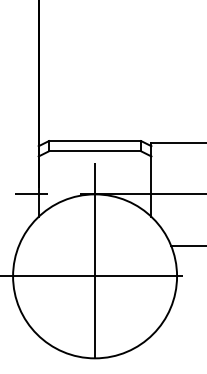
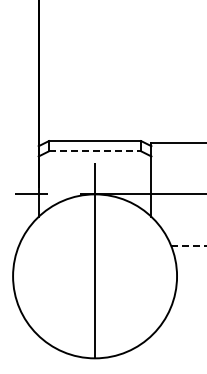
line at (95, 151): solid -> dashed
line at (188, 245): solid -> dashed
line at (102, 276): present -> none
